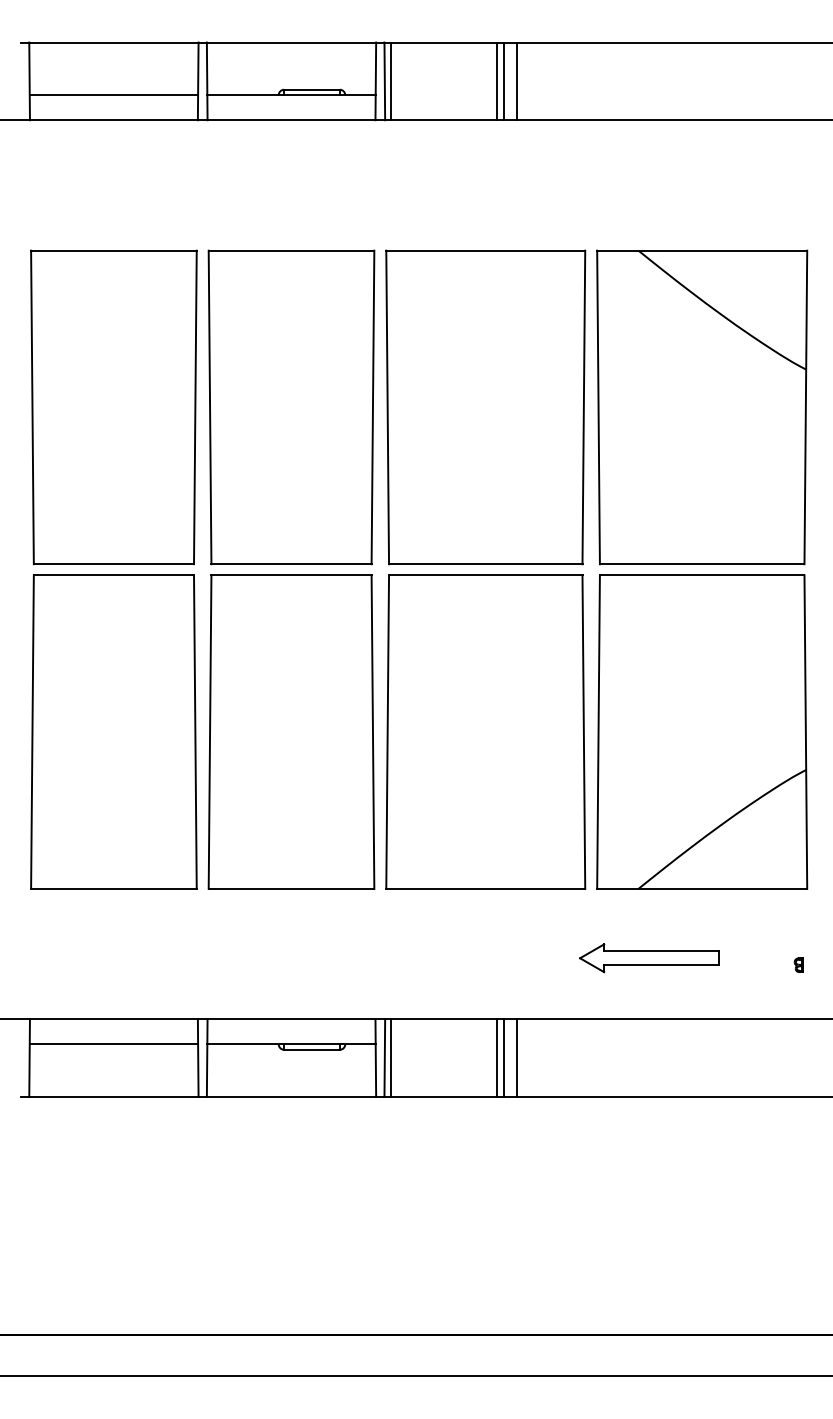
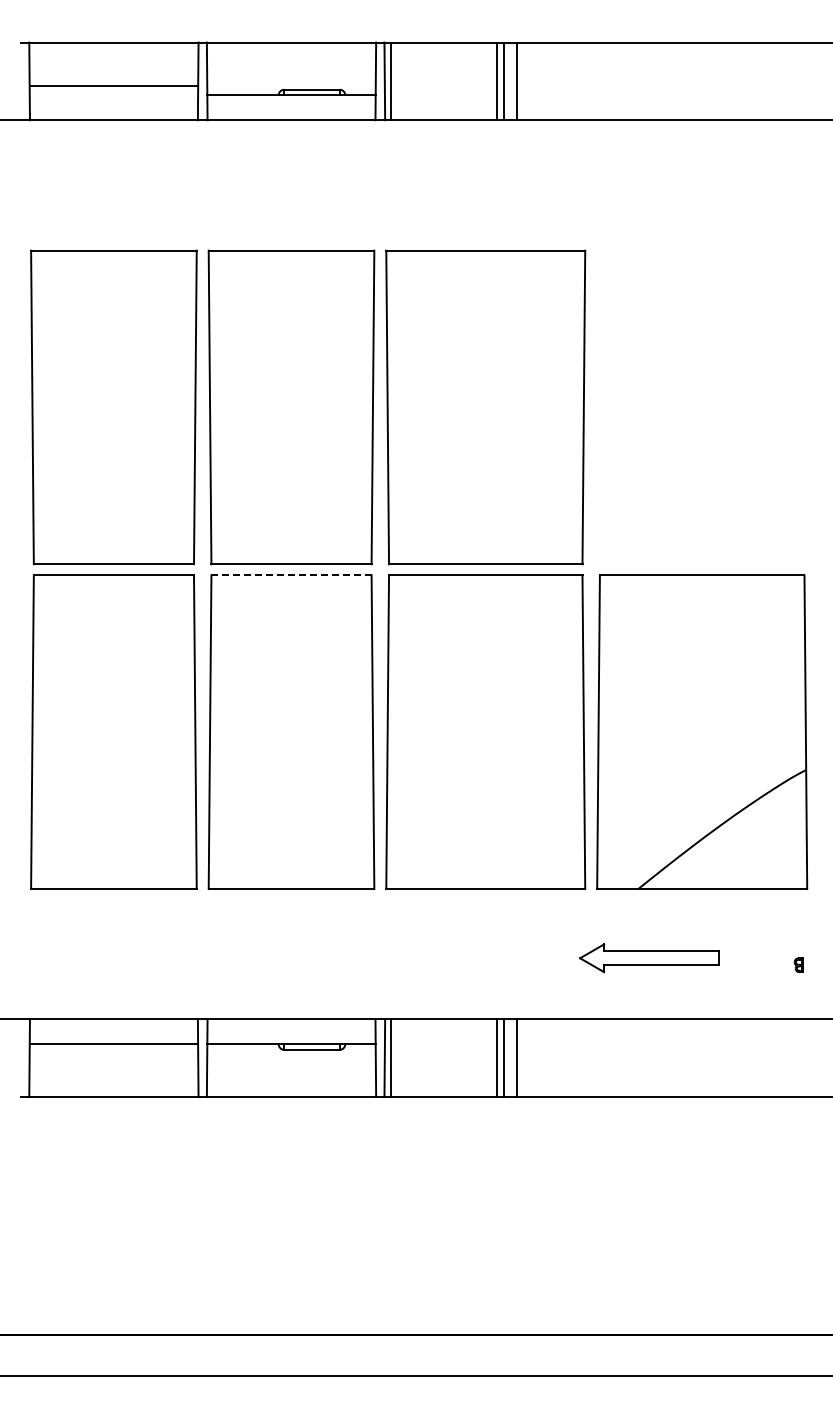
line at (113, 95) position: (113, 95) -> (113, 86)
part at (702, 407): present -> none
line at (291, 575): solid -> dashed
